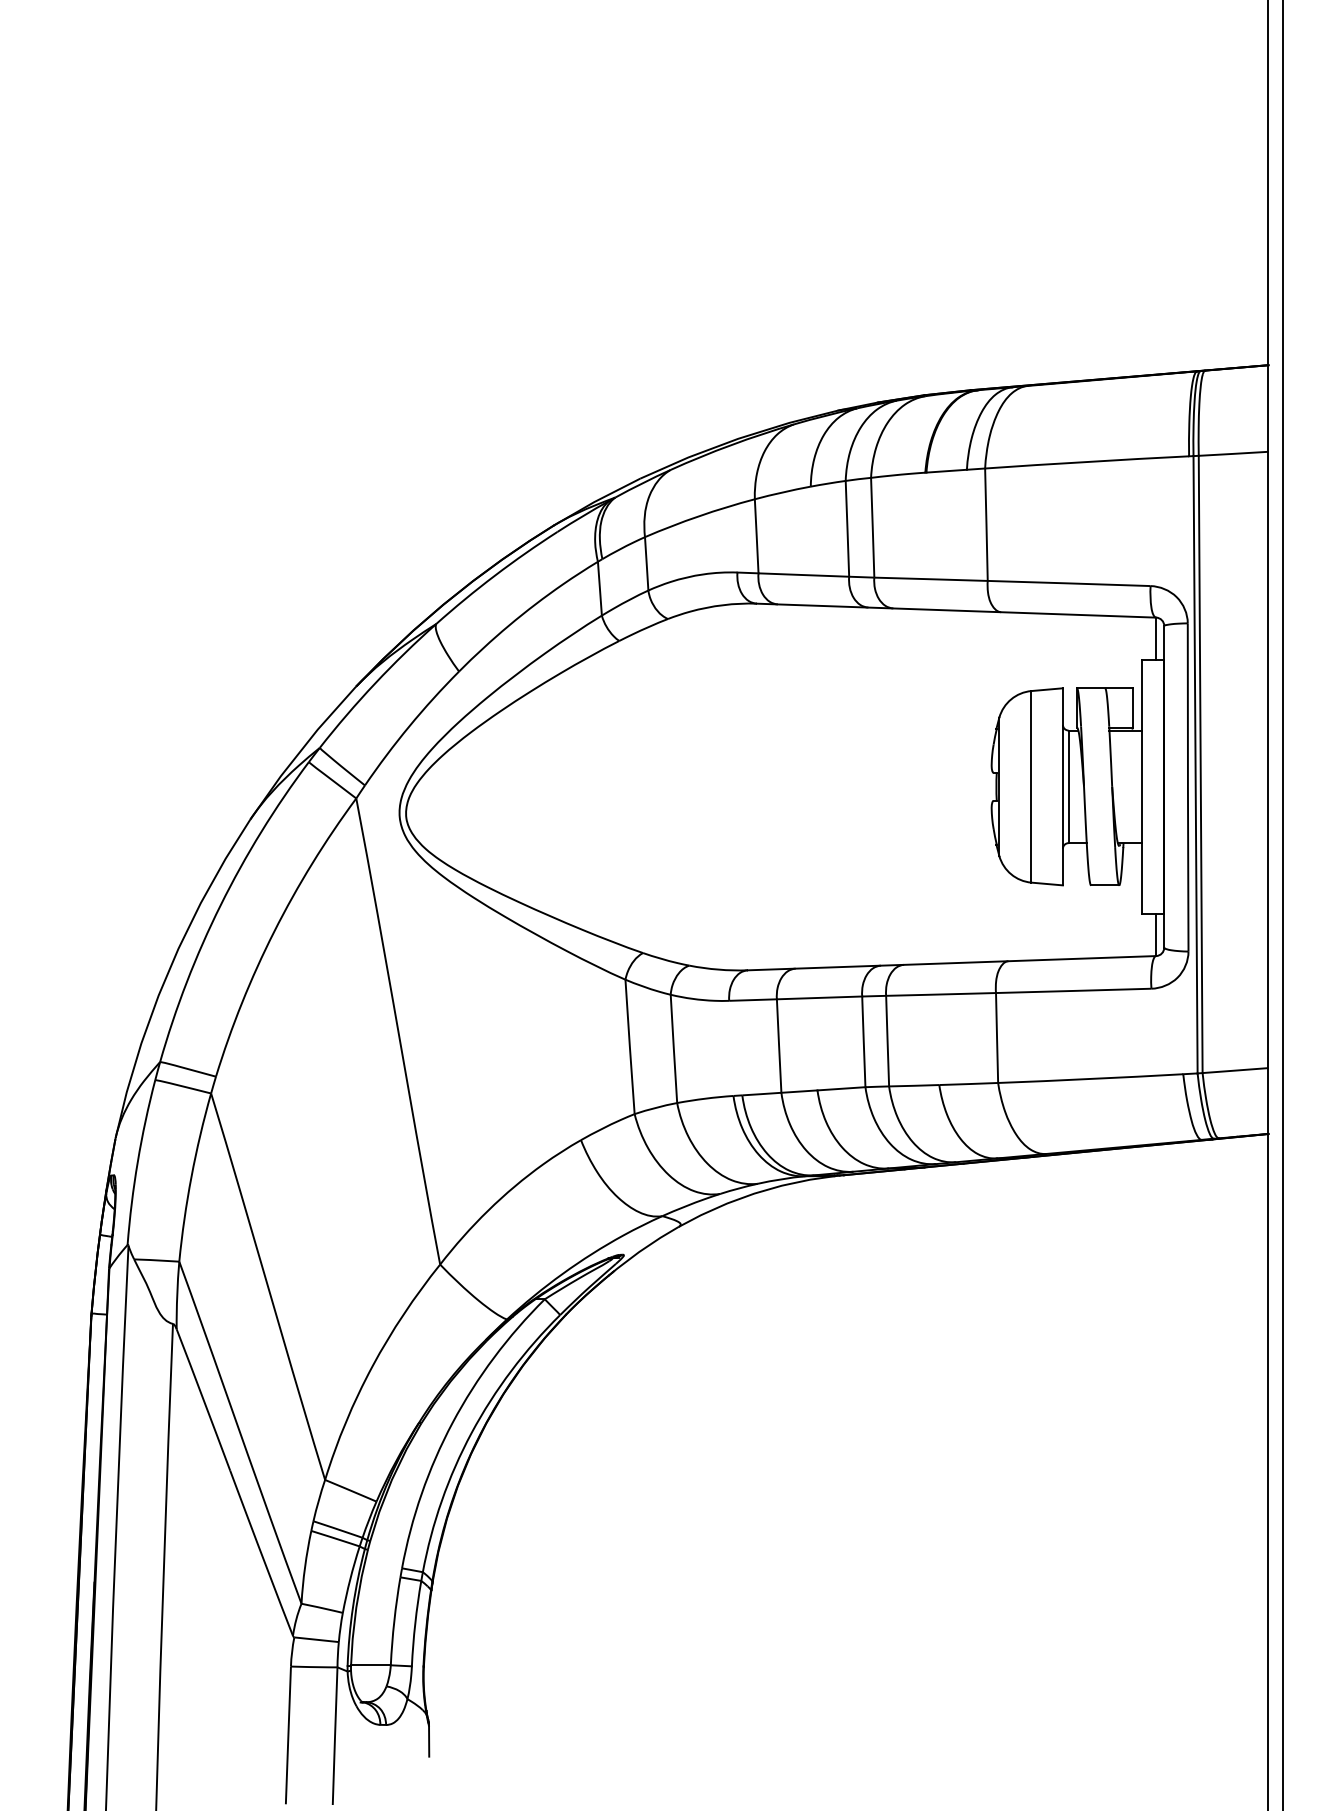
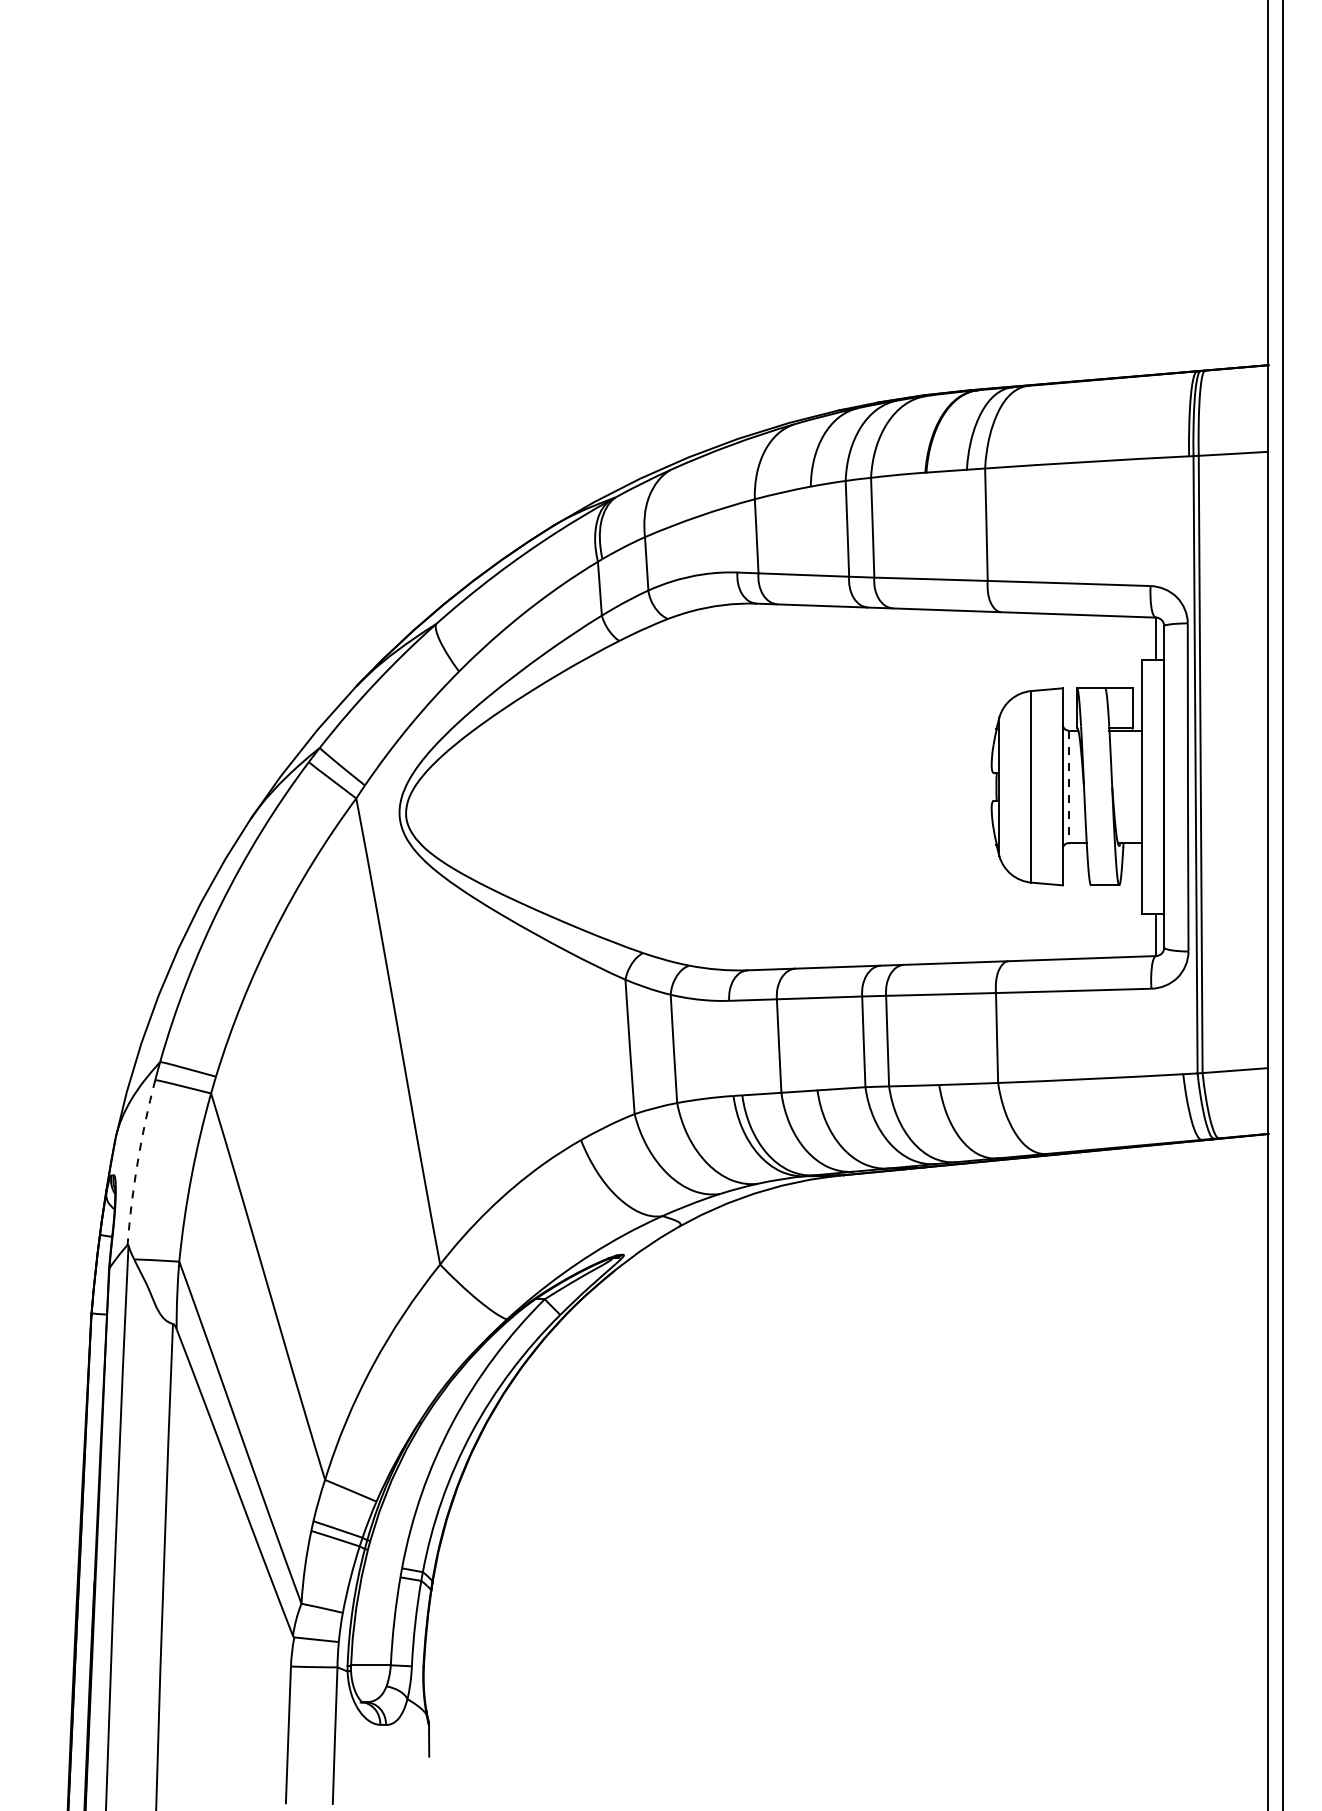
line at (1068, 787): solid -> dashed
arc at (137, 1161): solid -> dashed
